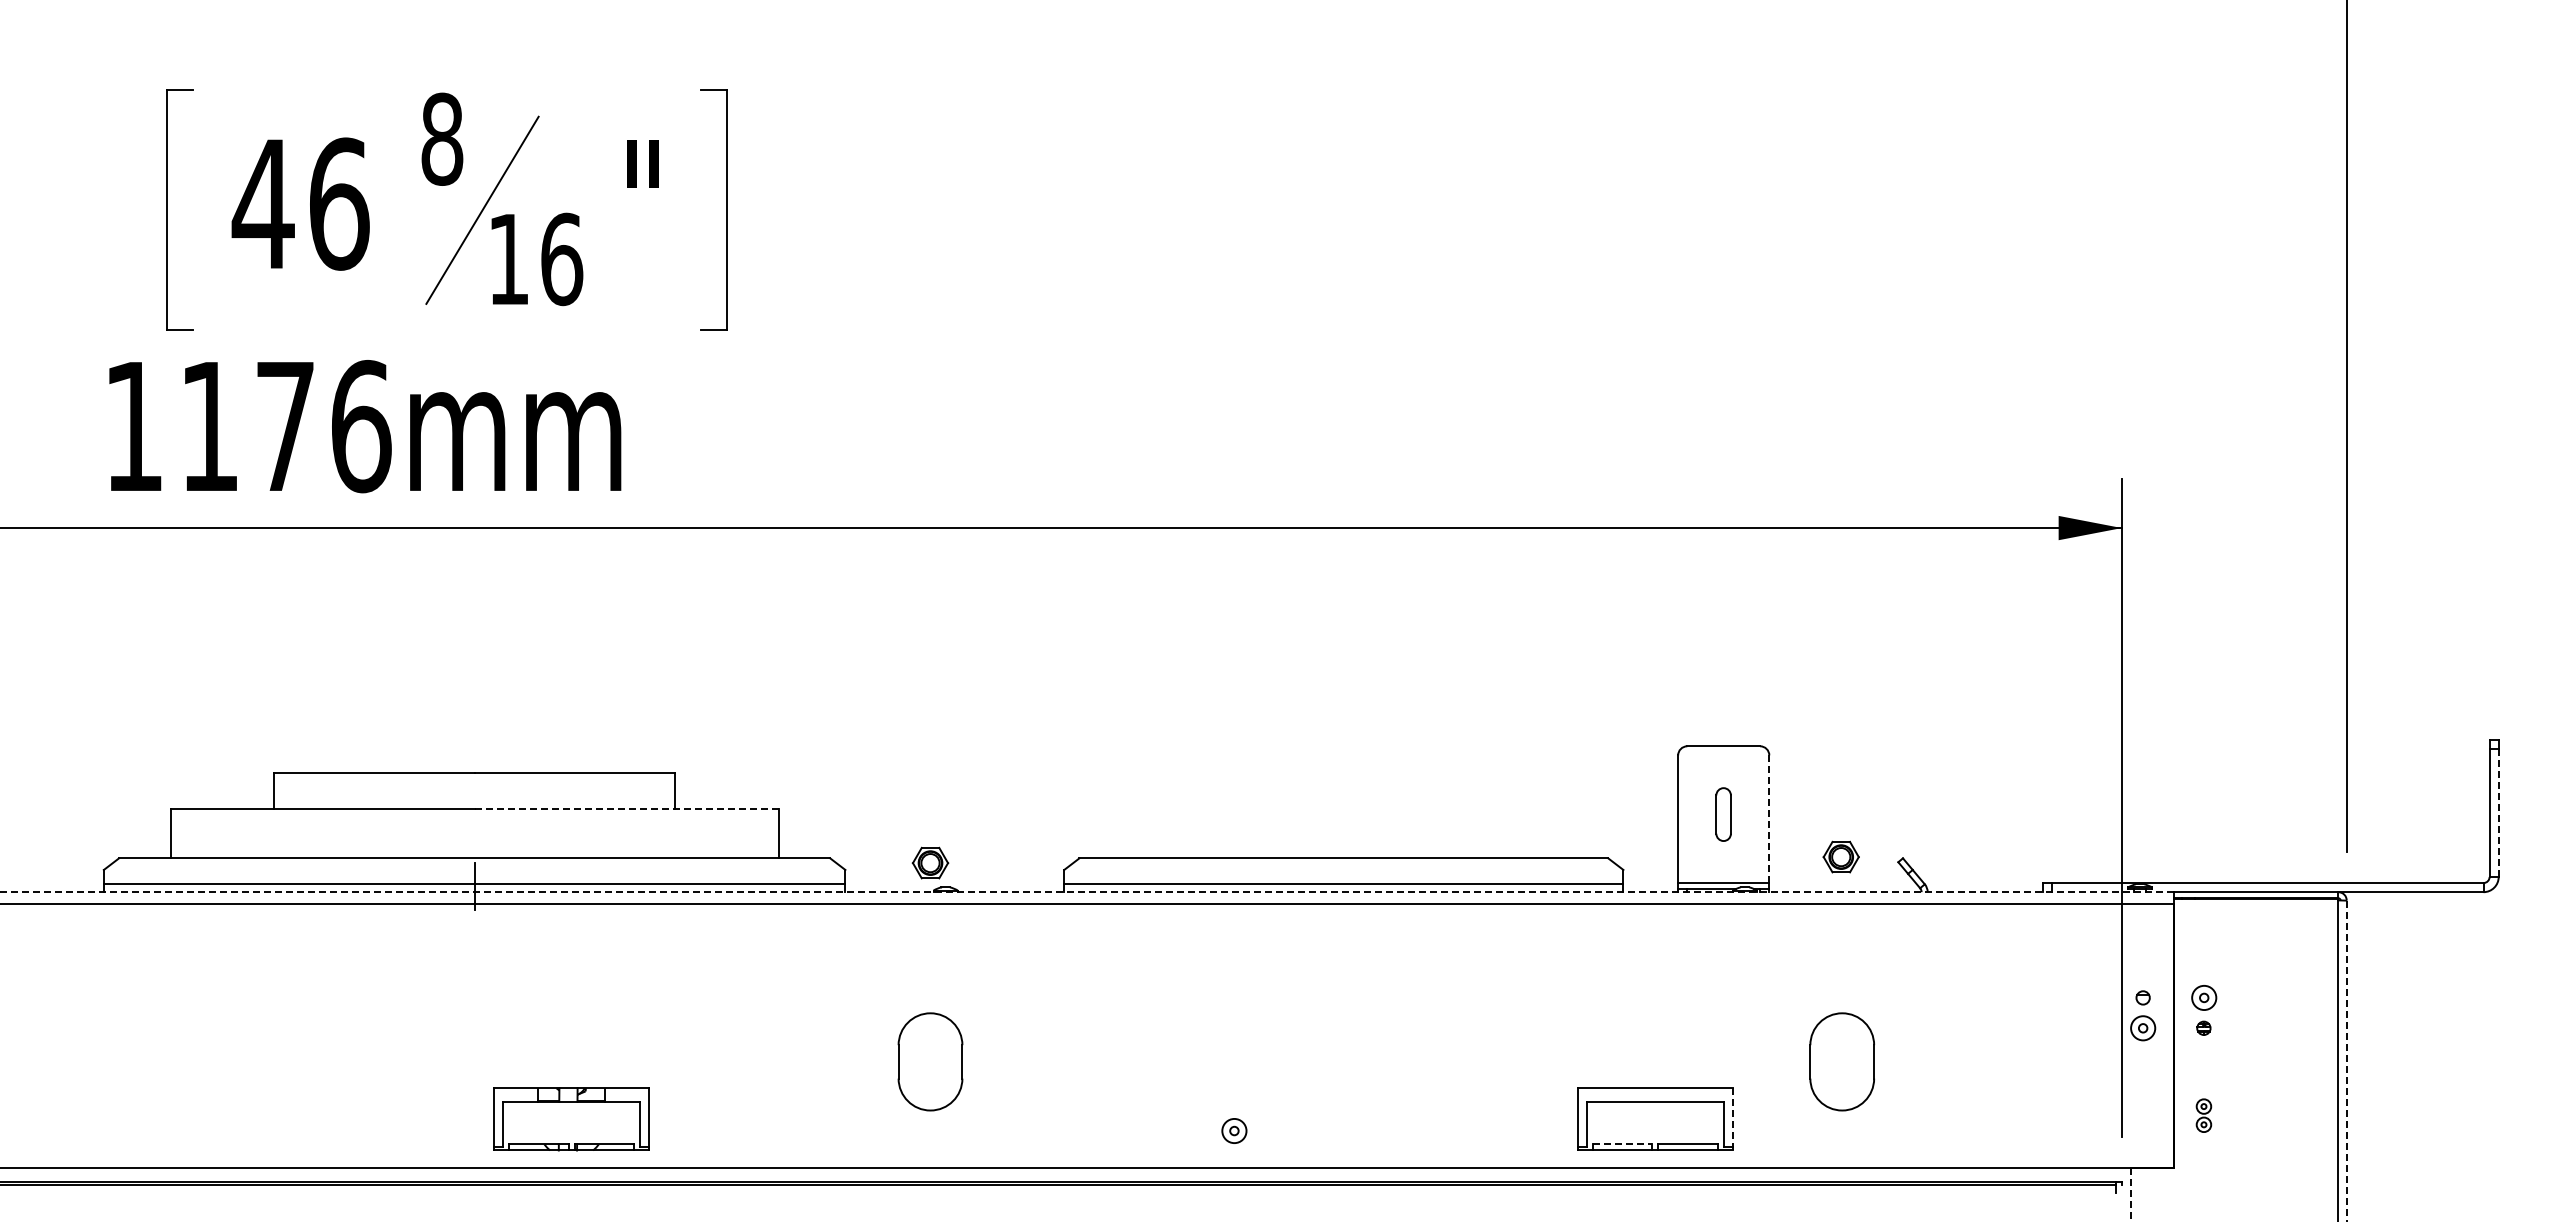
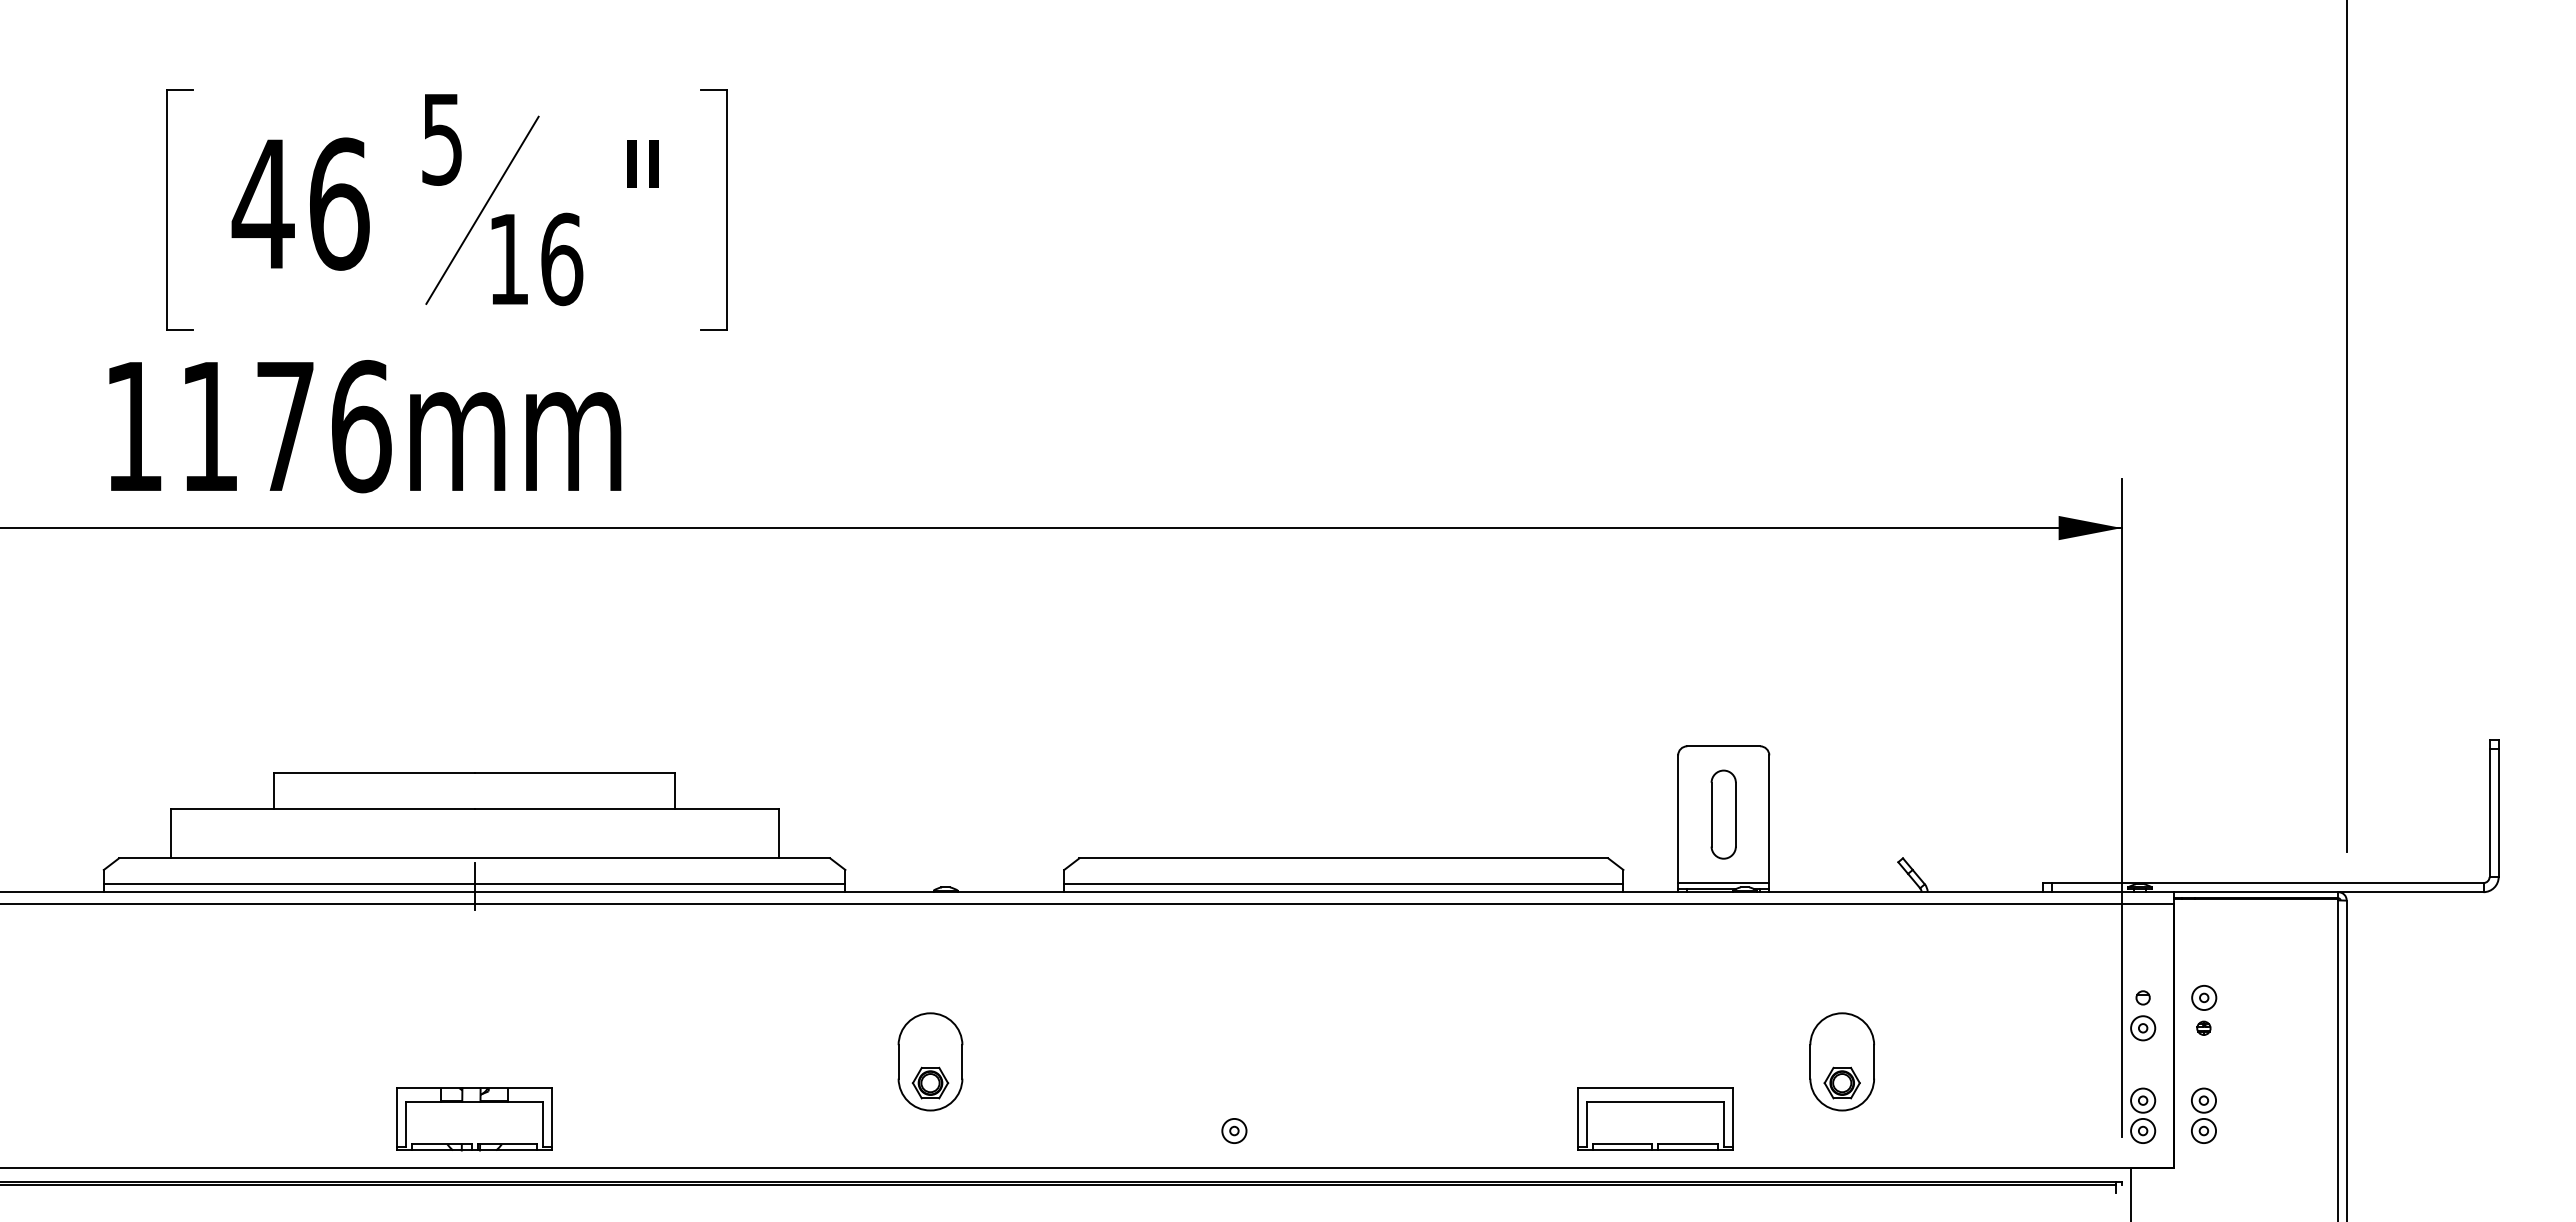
text at (442, 138): 8 -> 5
line at (626, 809): dashed -> solid
line at (2498, 813): dashed -> solid
part at (1723, 814) size: 17x55 px -> 27x91 px
line at (1769, 819): dashed -> solid
part at (1840, 856) position: (1840, 856) -> (1841, 1082)
part at (930, 862) position: (930, 862) -> (930, 1082)
line at (1086, 892): dashed -> solid
line at (2346, 1061): dashed -> solid
part at (2143, 1115): none -> present
part at (2203, 1115) size: 18x35 px -> 26x57 px
line at (1732, 1118): dashed -> solid
part at (571, 1119) position: (571, 1119) -> (474, 1119)
line at (1622, 1144): dashed -> solid
line at (2130, 1194): dashed -> solid
